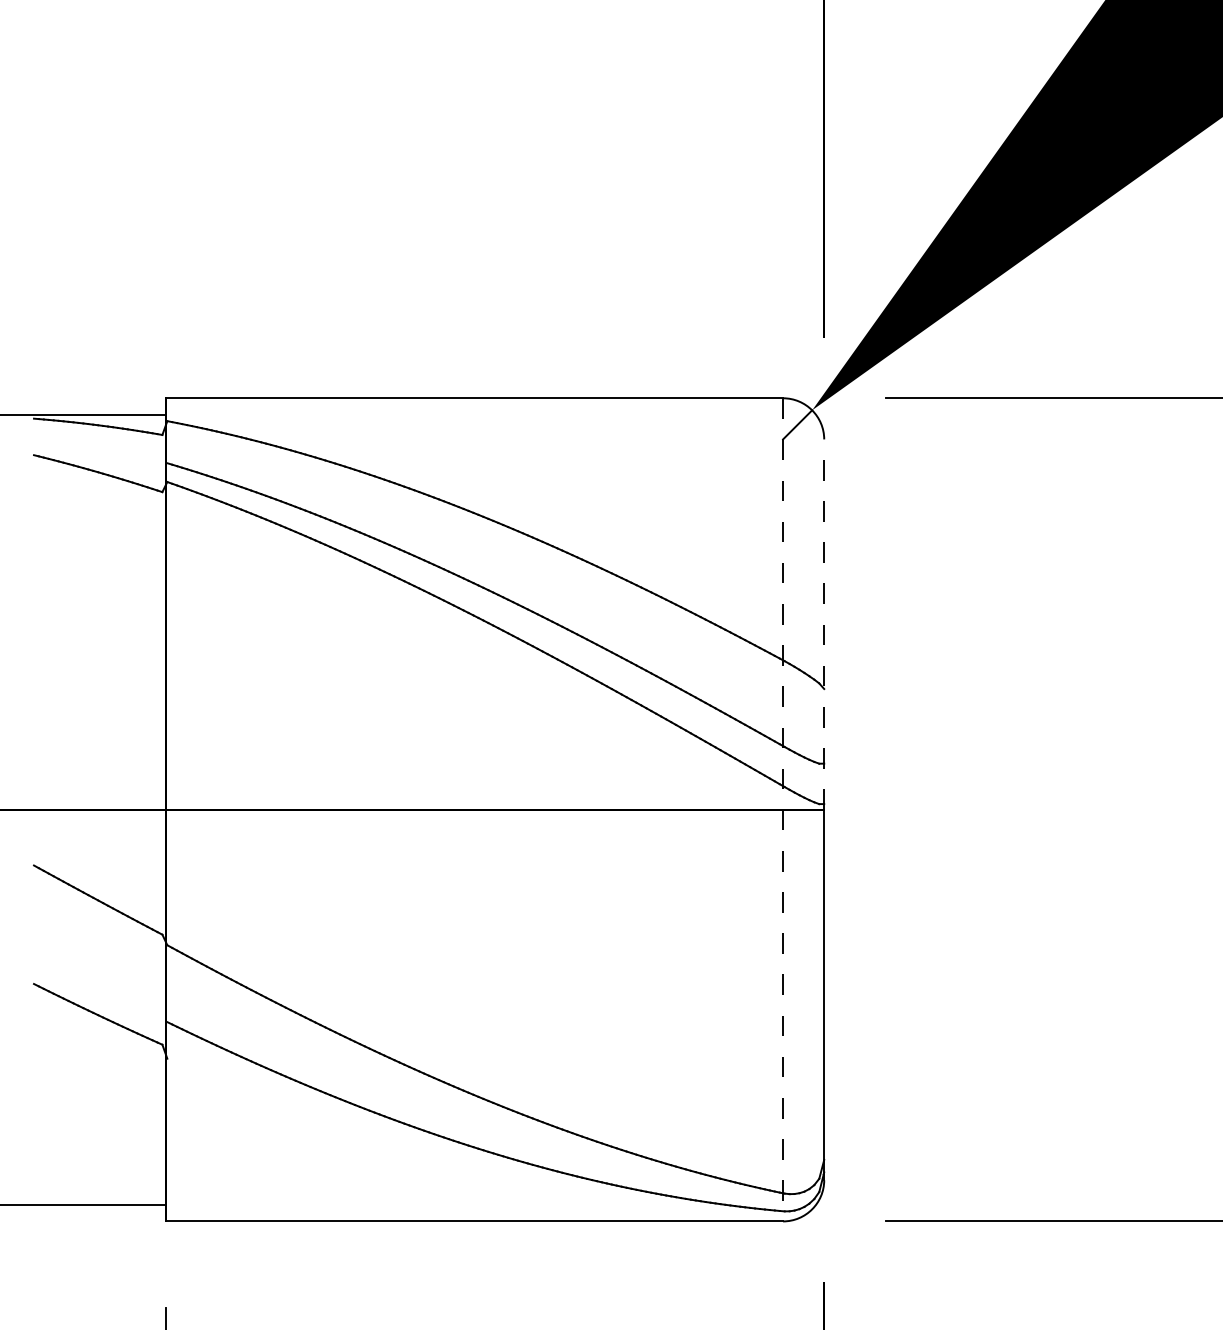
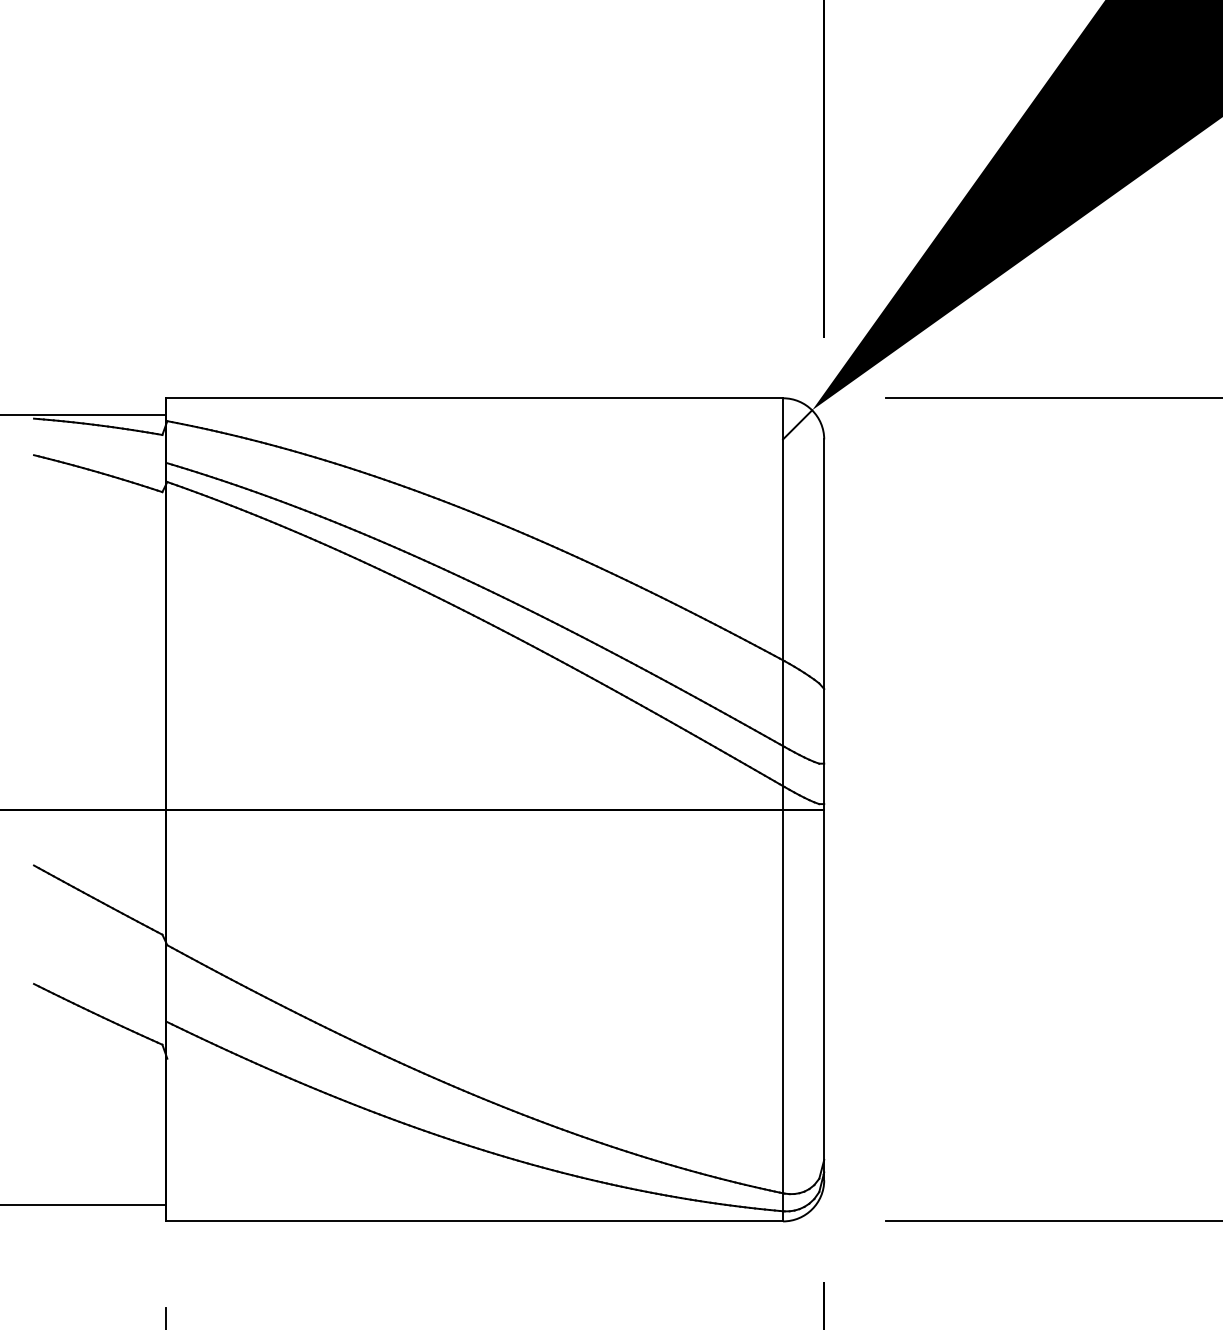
line at (824, 624): dashed -> solid
line at (783, 809): dashed -> solid
